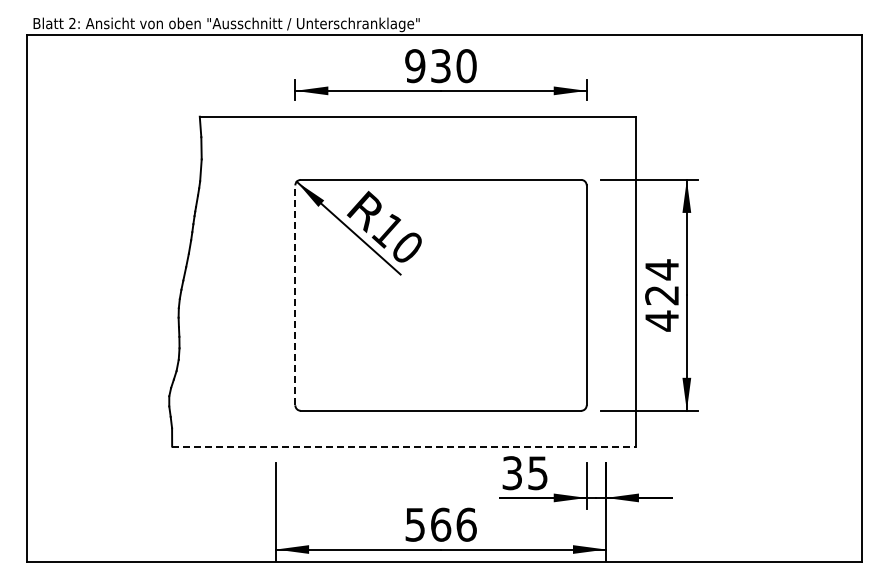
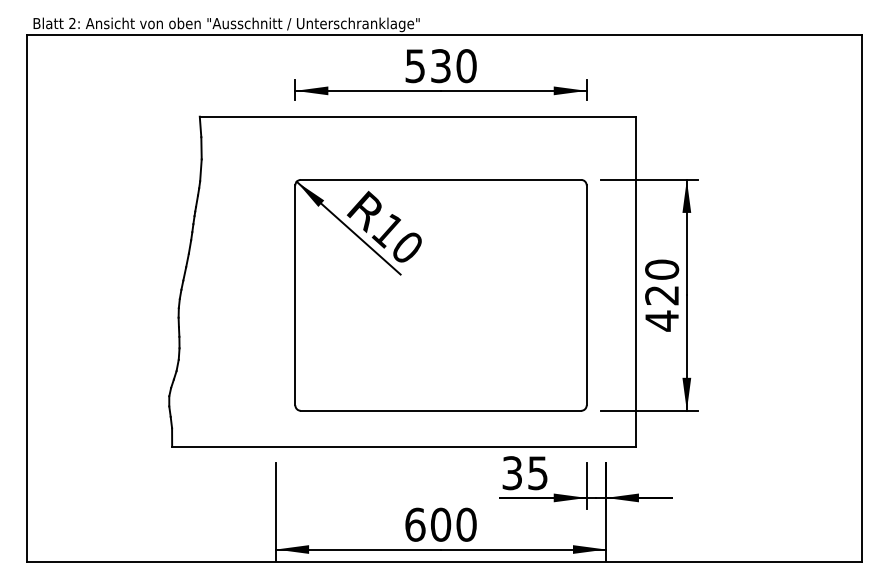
text at (415, 65): 930 -> 530
text at (662, 269): 424 -> 420
line at (295, 295): dashed -> solid
line at (404, 446): dashed -> solid
text at (440, 524): 566 -> 600
